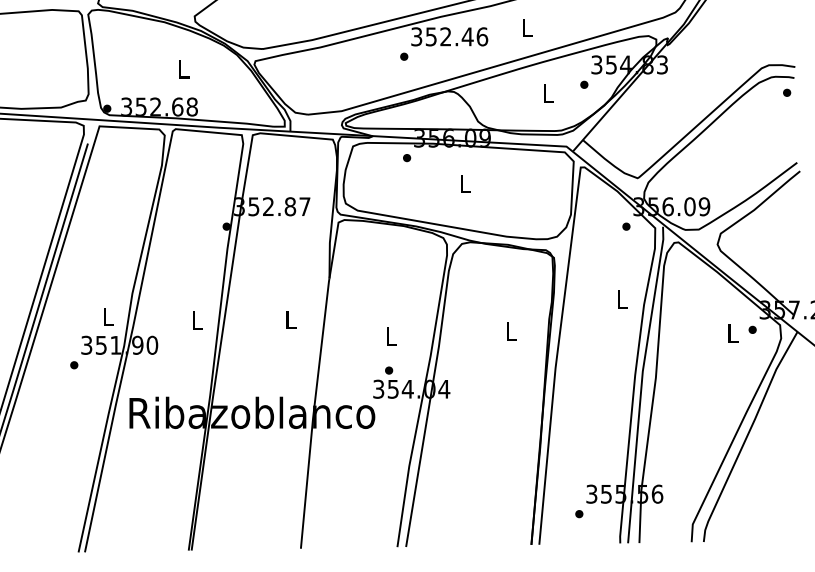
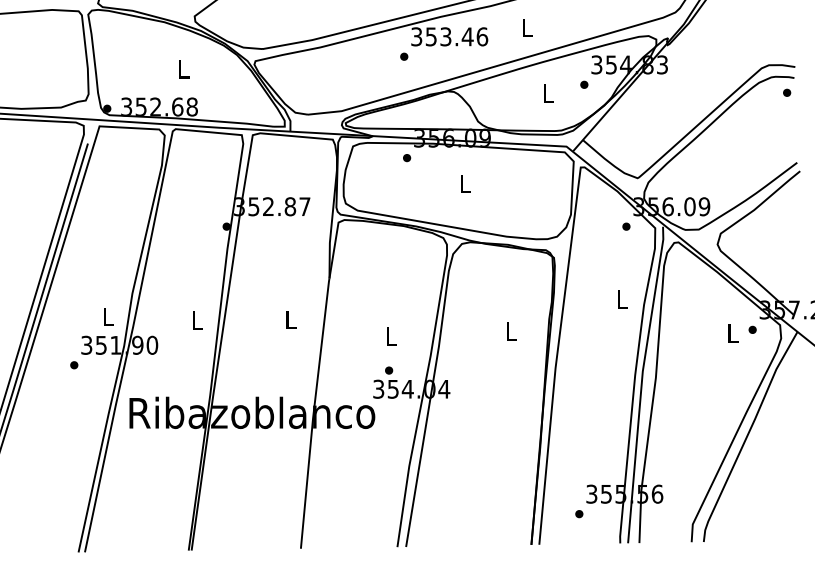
text at (445, 36): 352.46 -> 353.46
